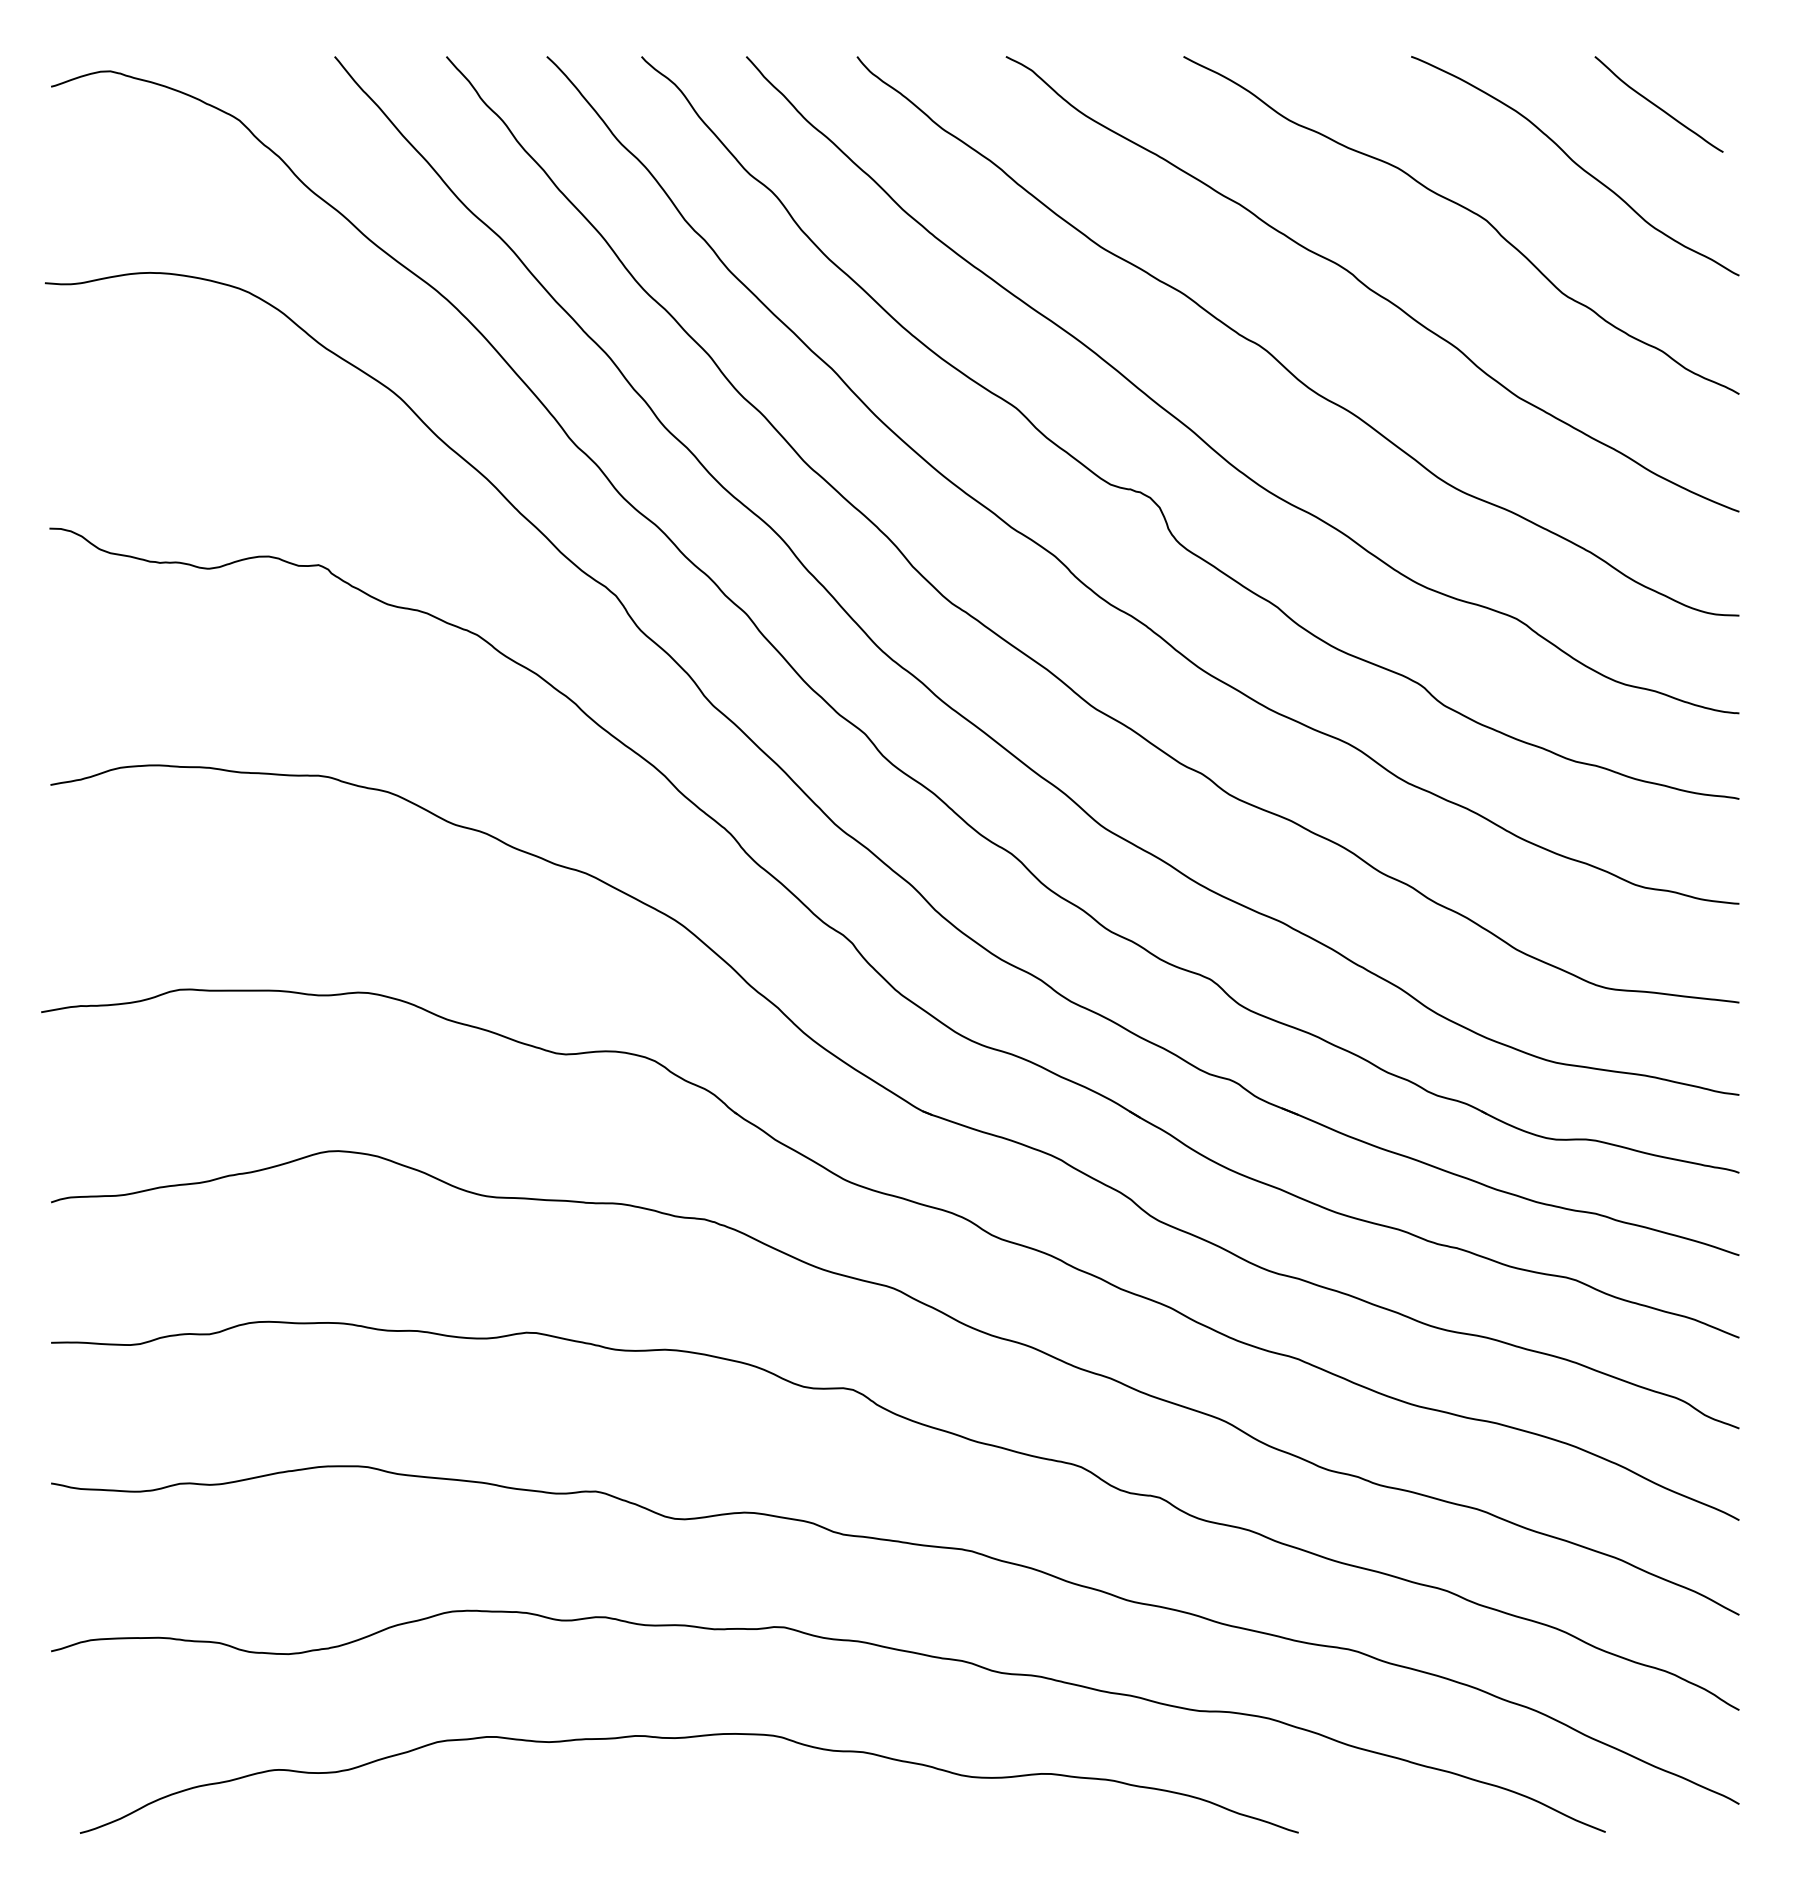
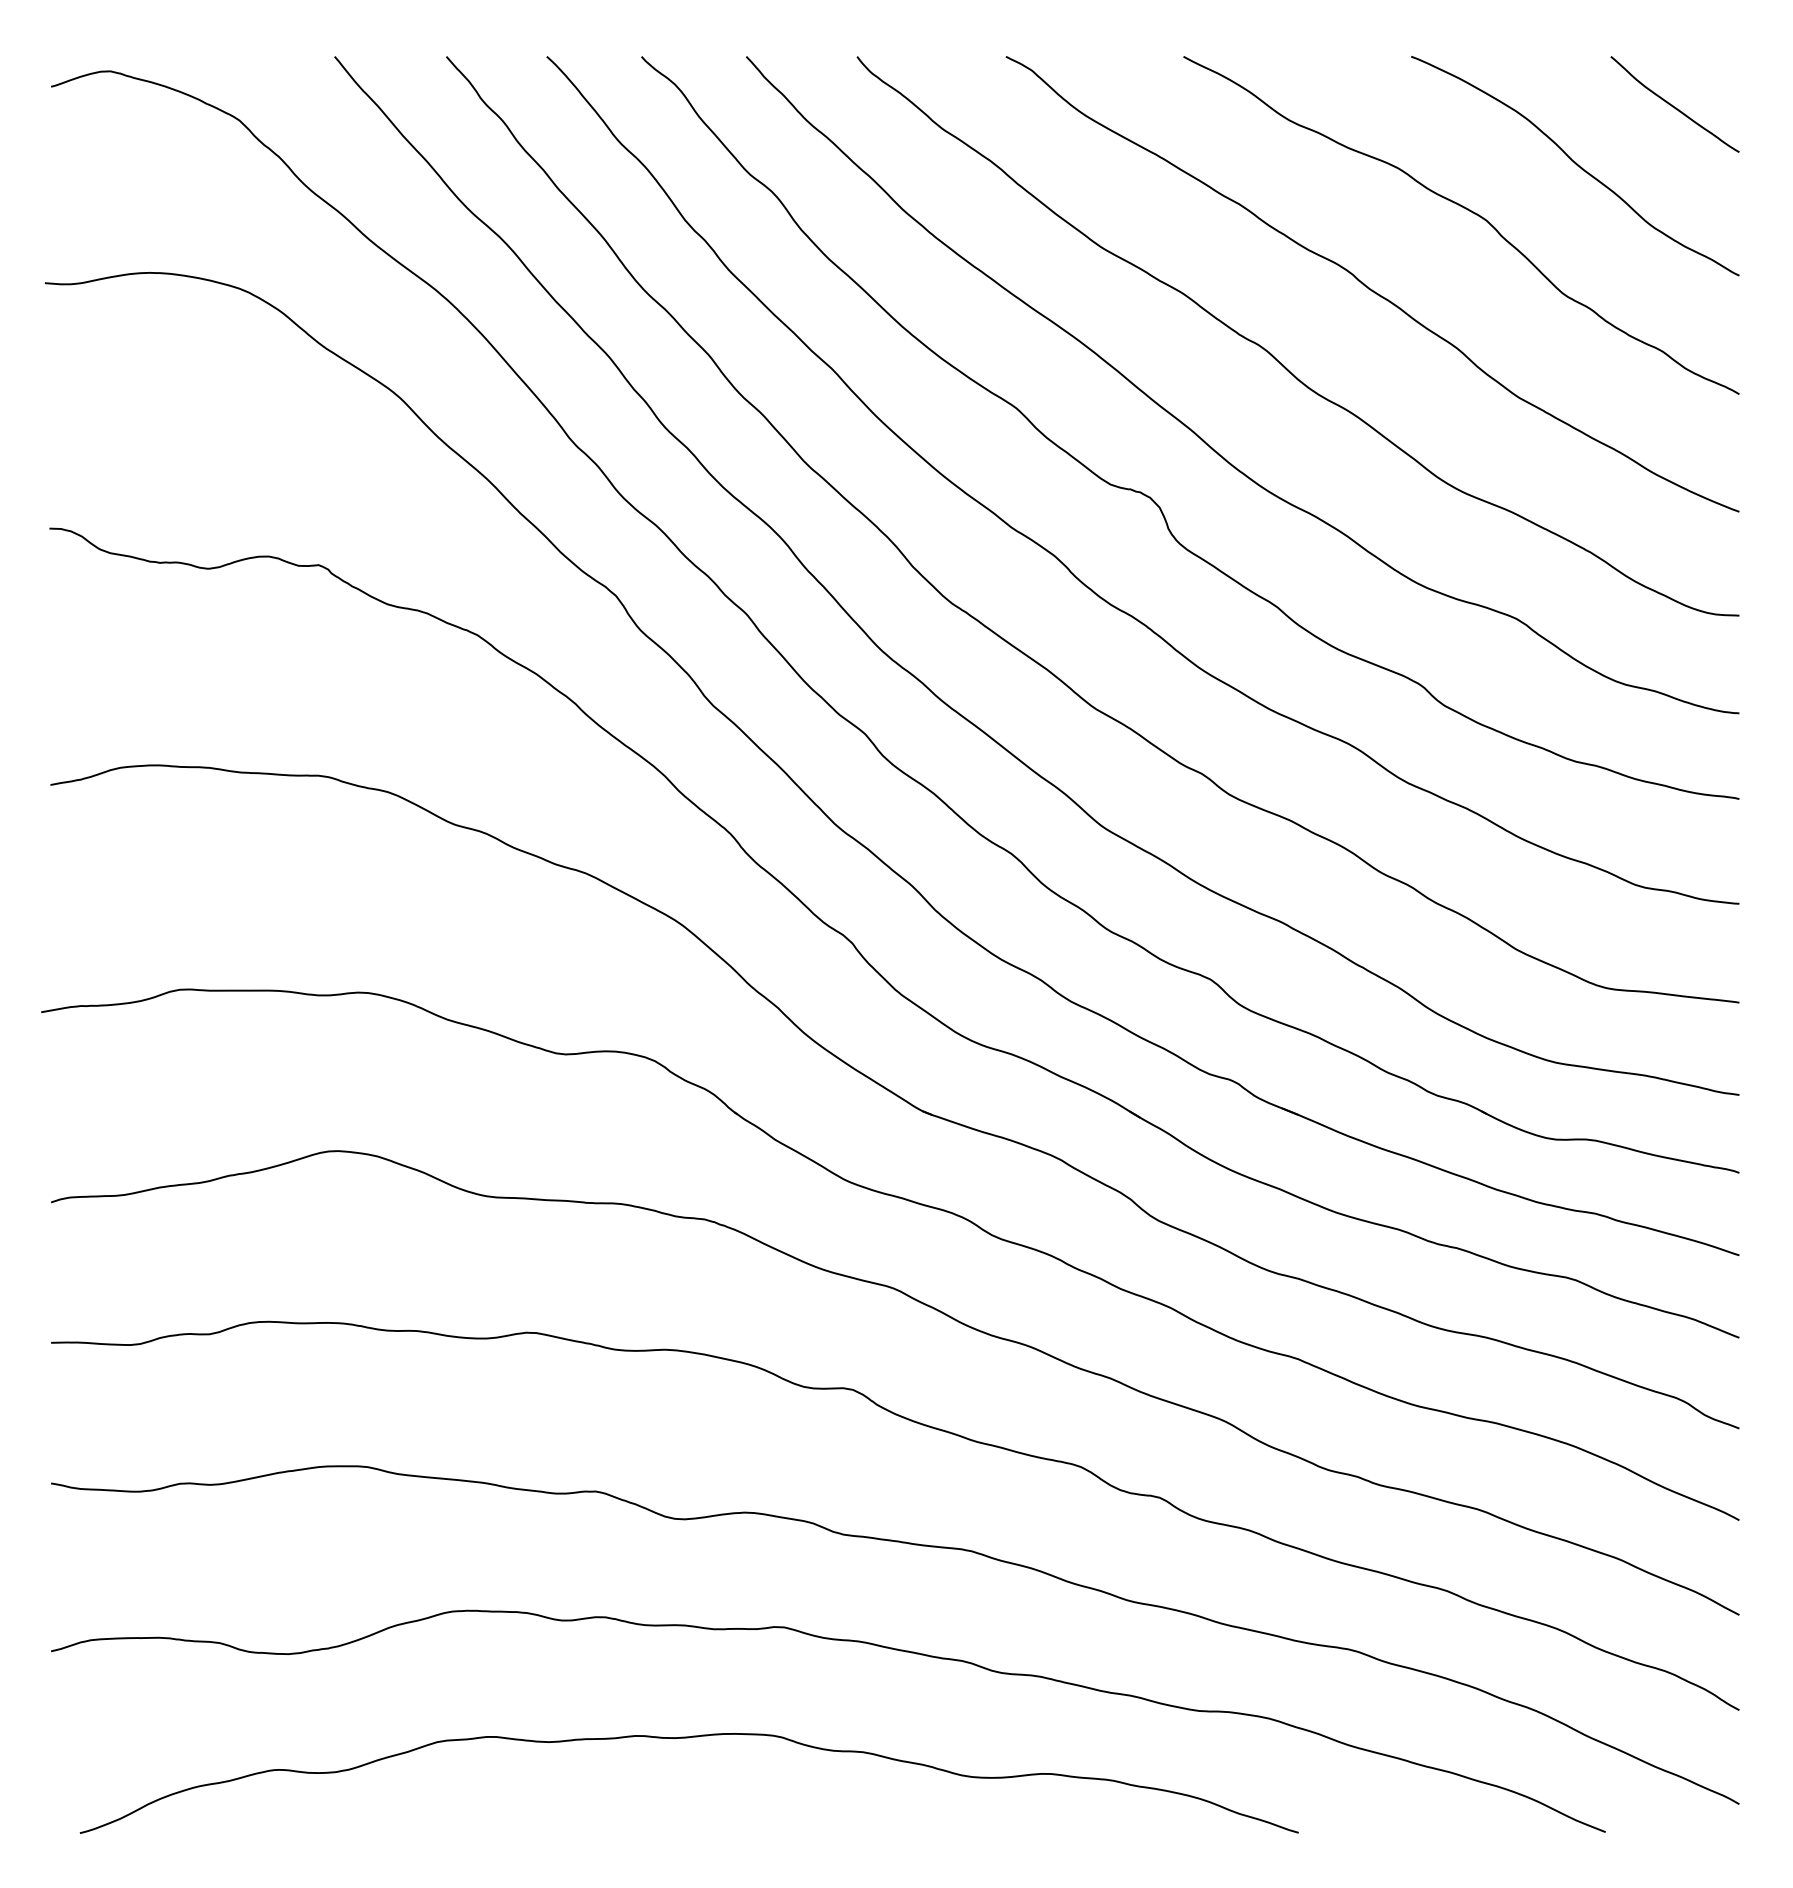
curve at (1657, 105) position: (1657, 105) -> (1673, 105)
